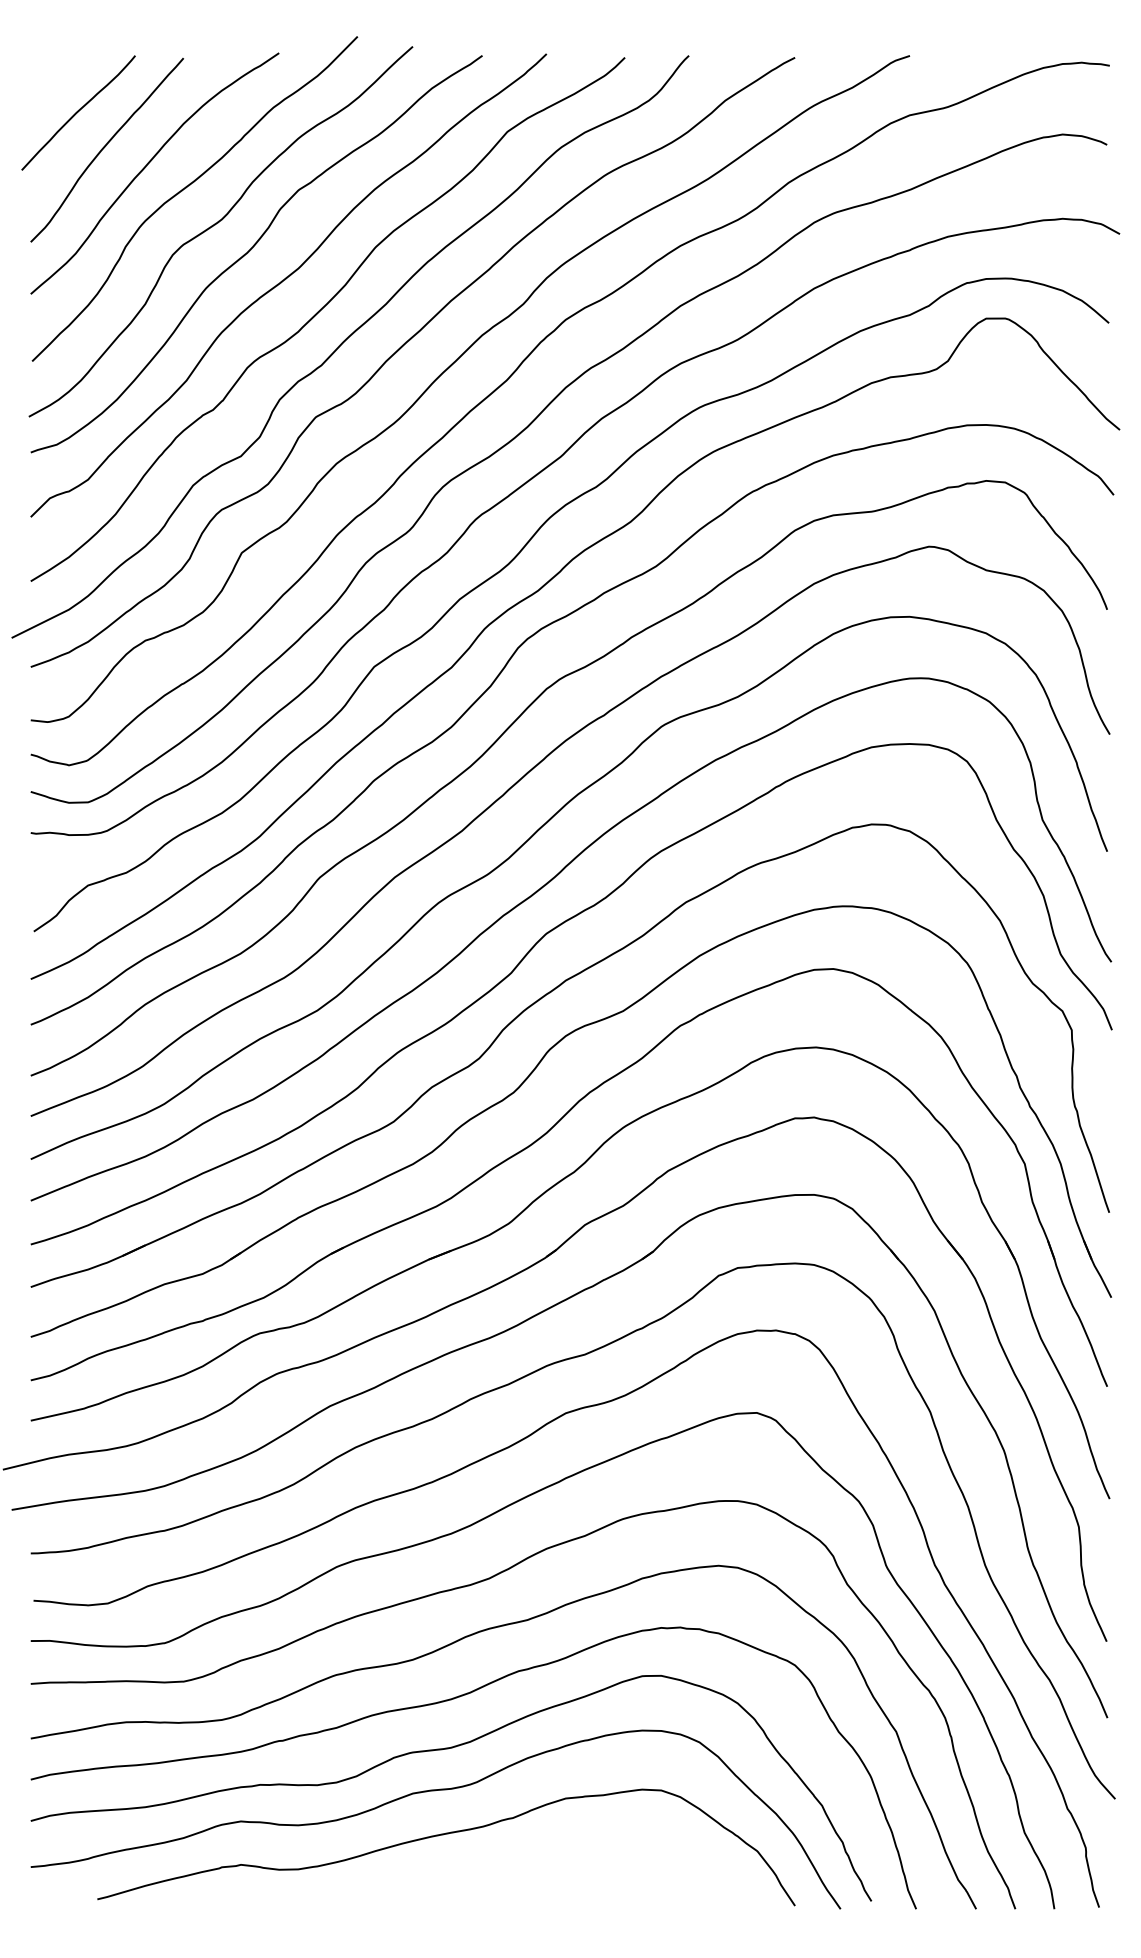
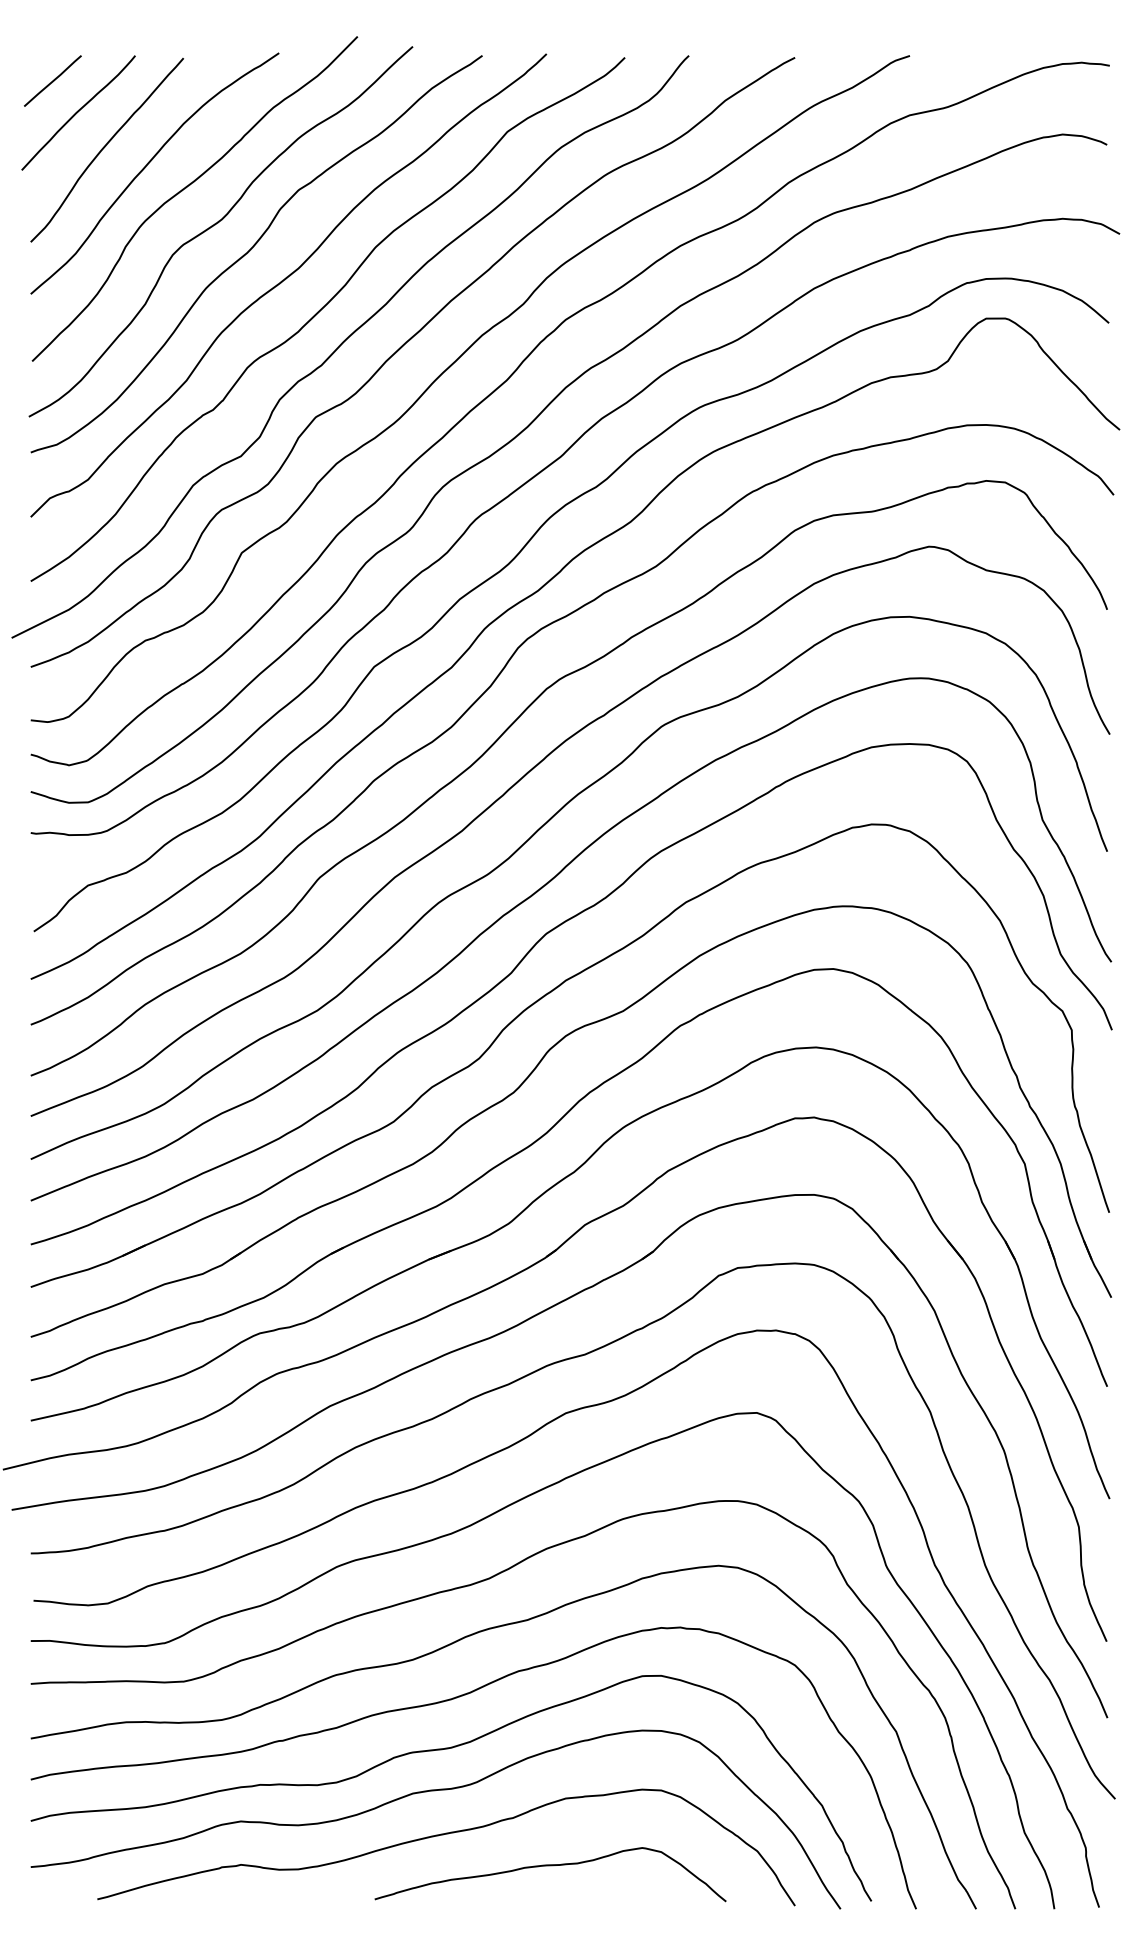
line at (52, 80): none -> present
curve at (550, 1866): none -> present
